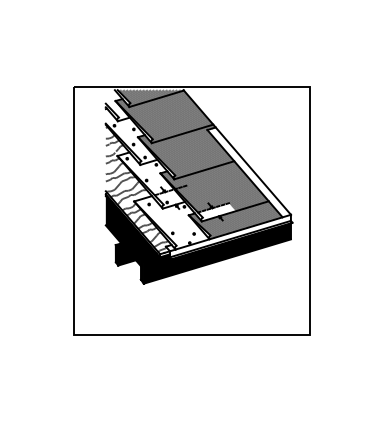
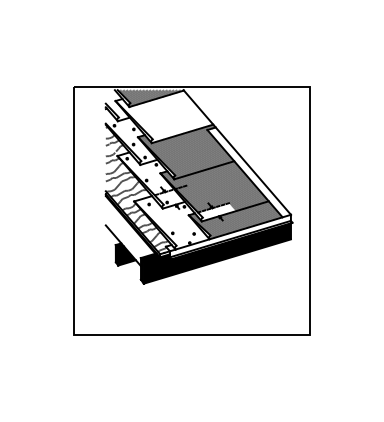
hatch at (163, 116): present -> none
fill at (130, 231): present -> none
